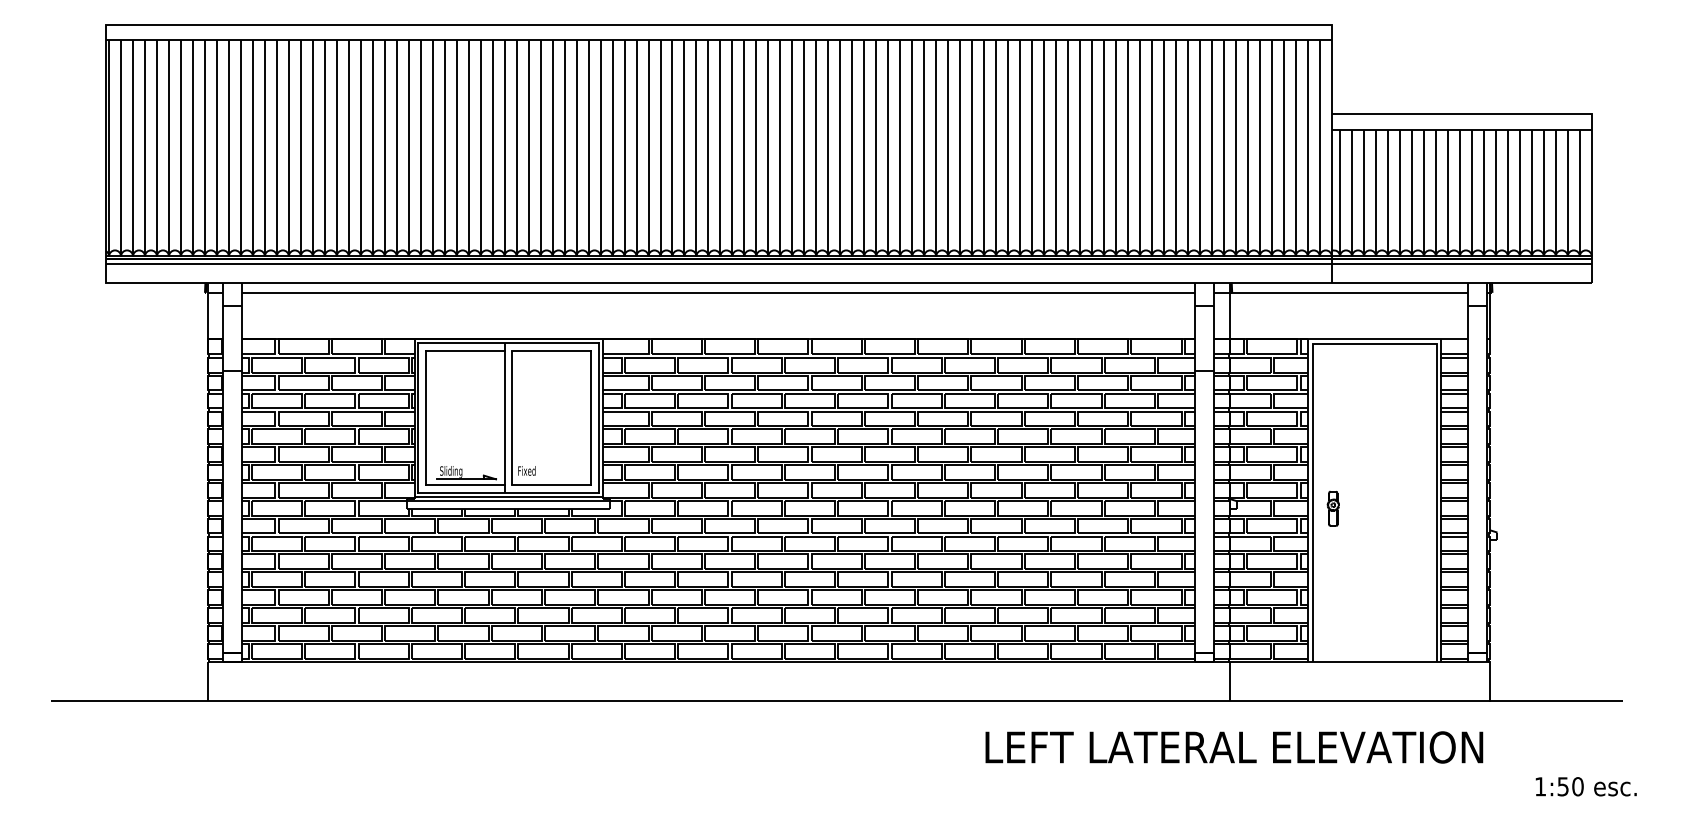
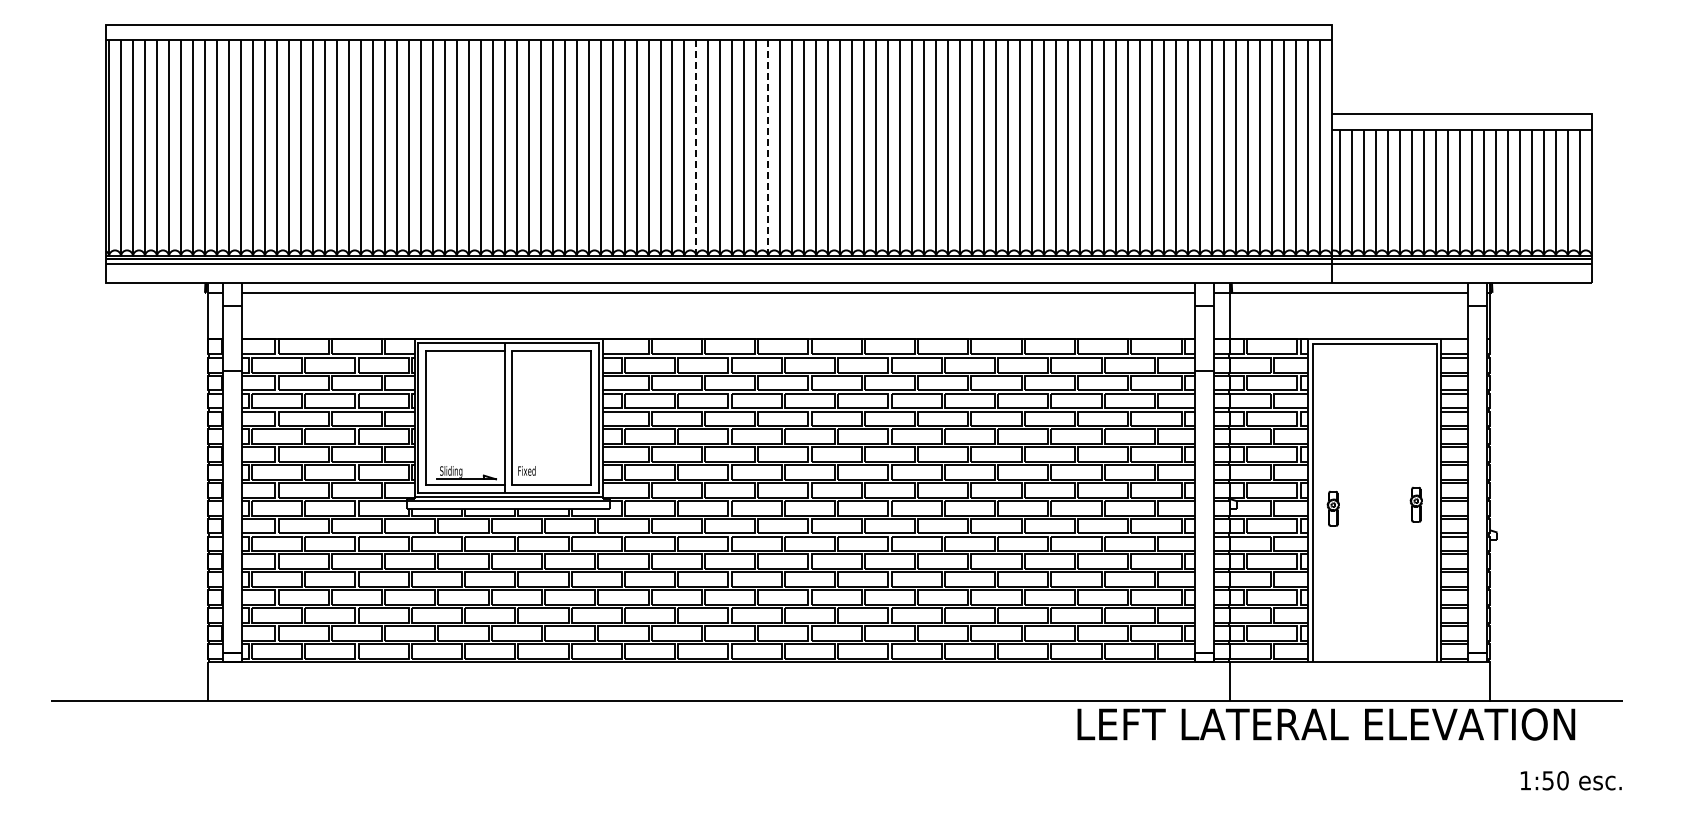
line at (696, 147): solid -> dashed
line at (768, 147): solid -> dashed
part at (1415, 504): none -> present
text at (1234, 747) position: (1234, 747) -> (1326, 724)
text at (1585, 786) position: (1585, 786) -> (1570, 780)
